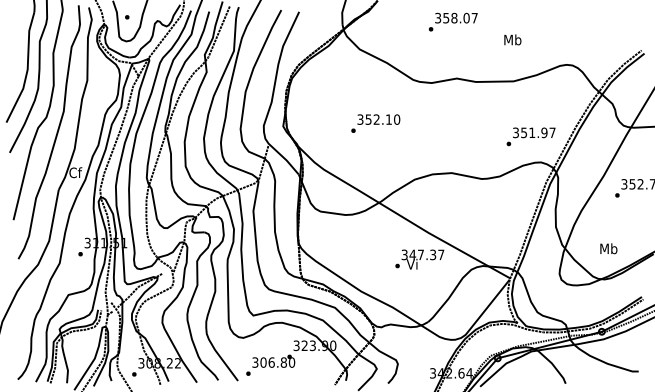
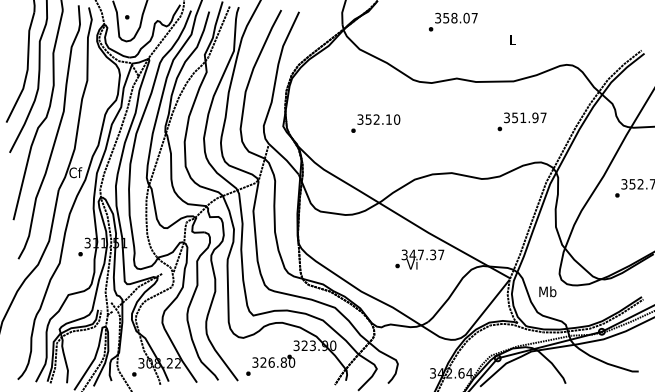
text at (512, 39): Mb -> L
text at (530, 136) position: (530, 136) -> (521, 121)
text at (608, 248) position: (608, 248) -> (547, 291)
text at (263, 362): 306.80 -> 326.80
